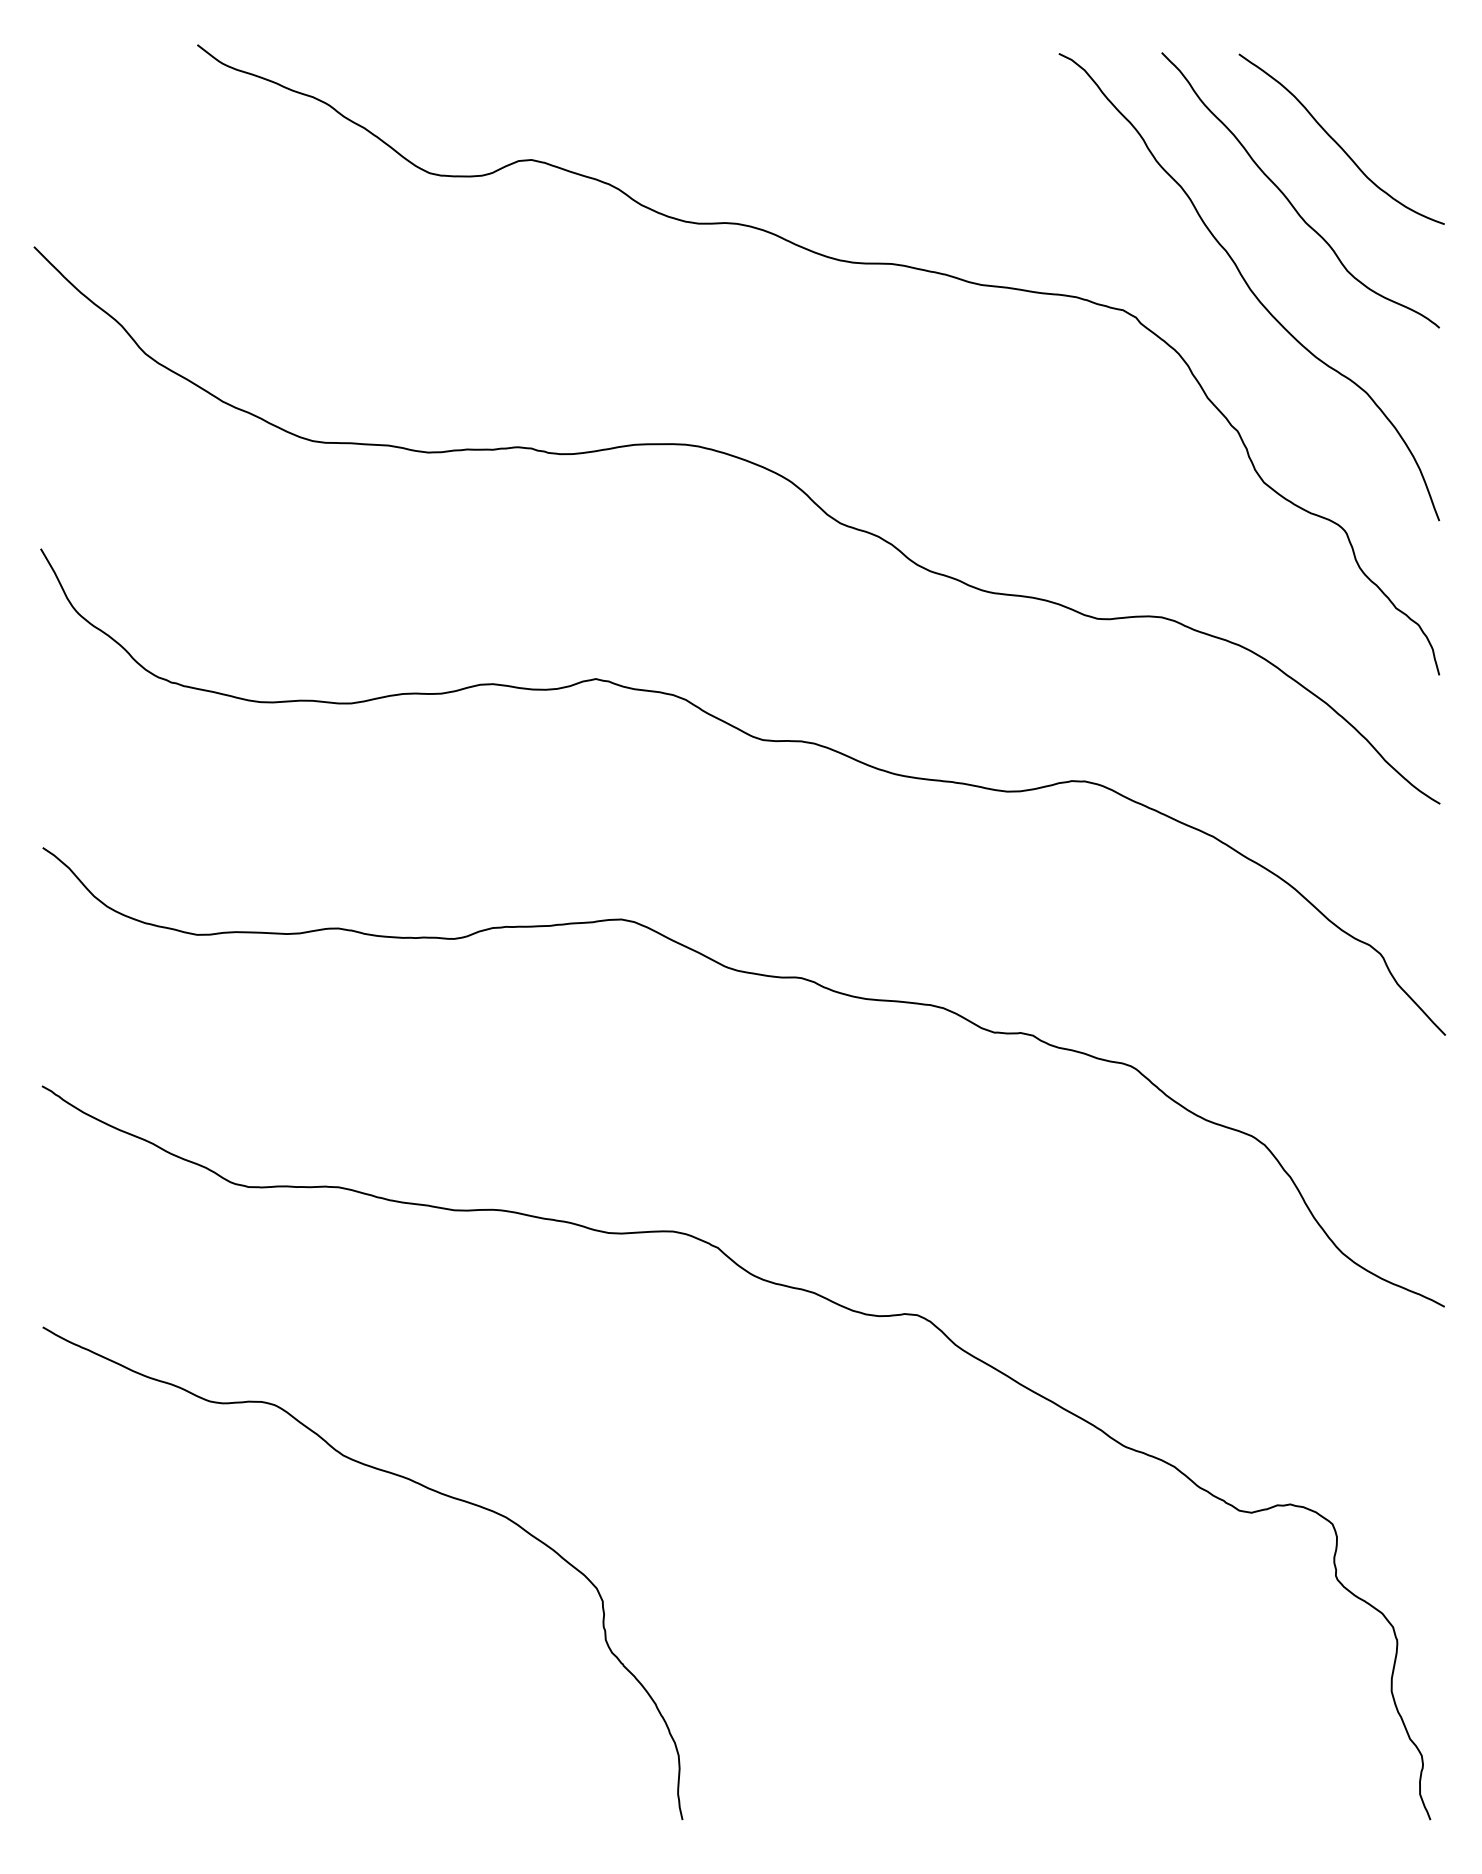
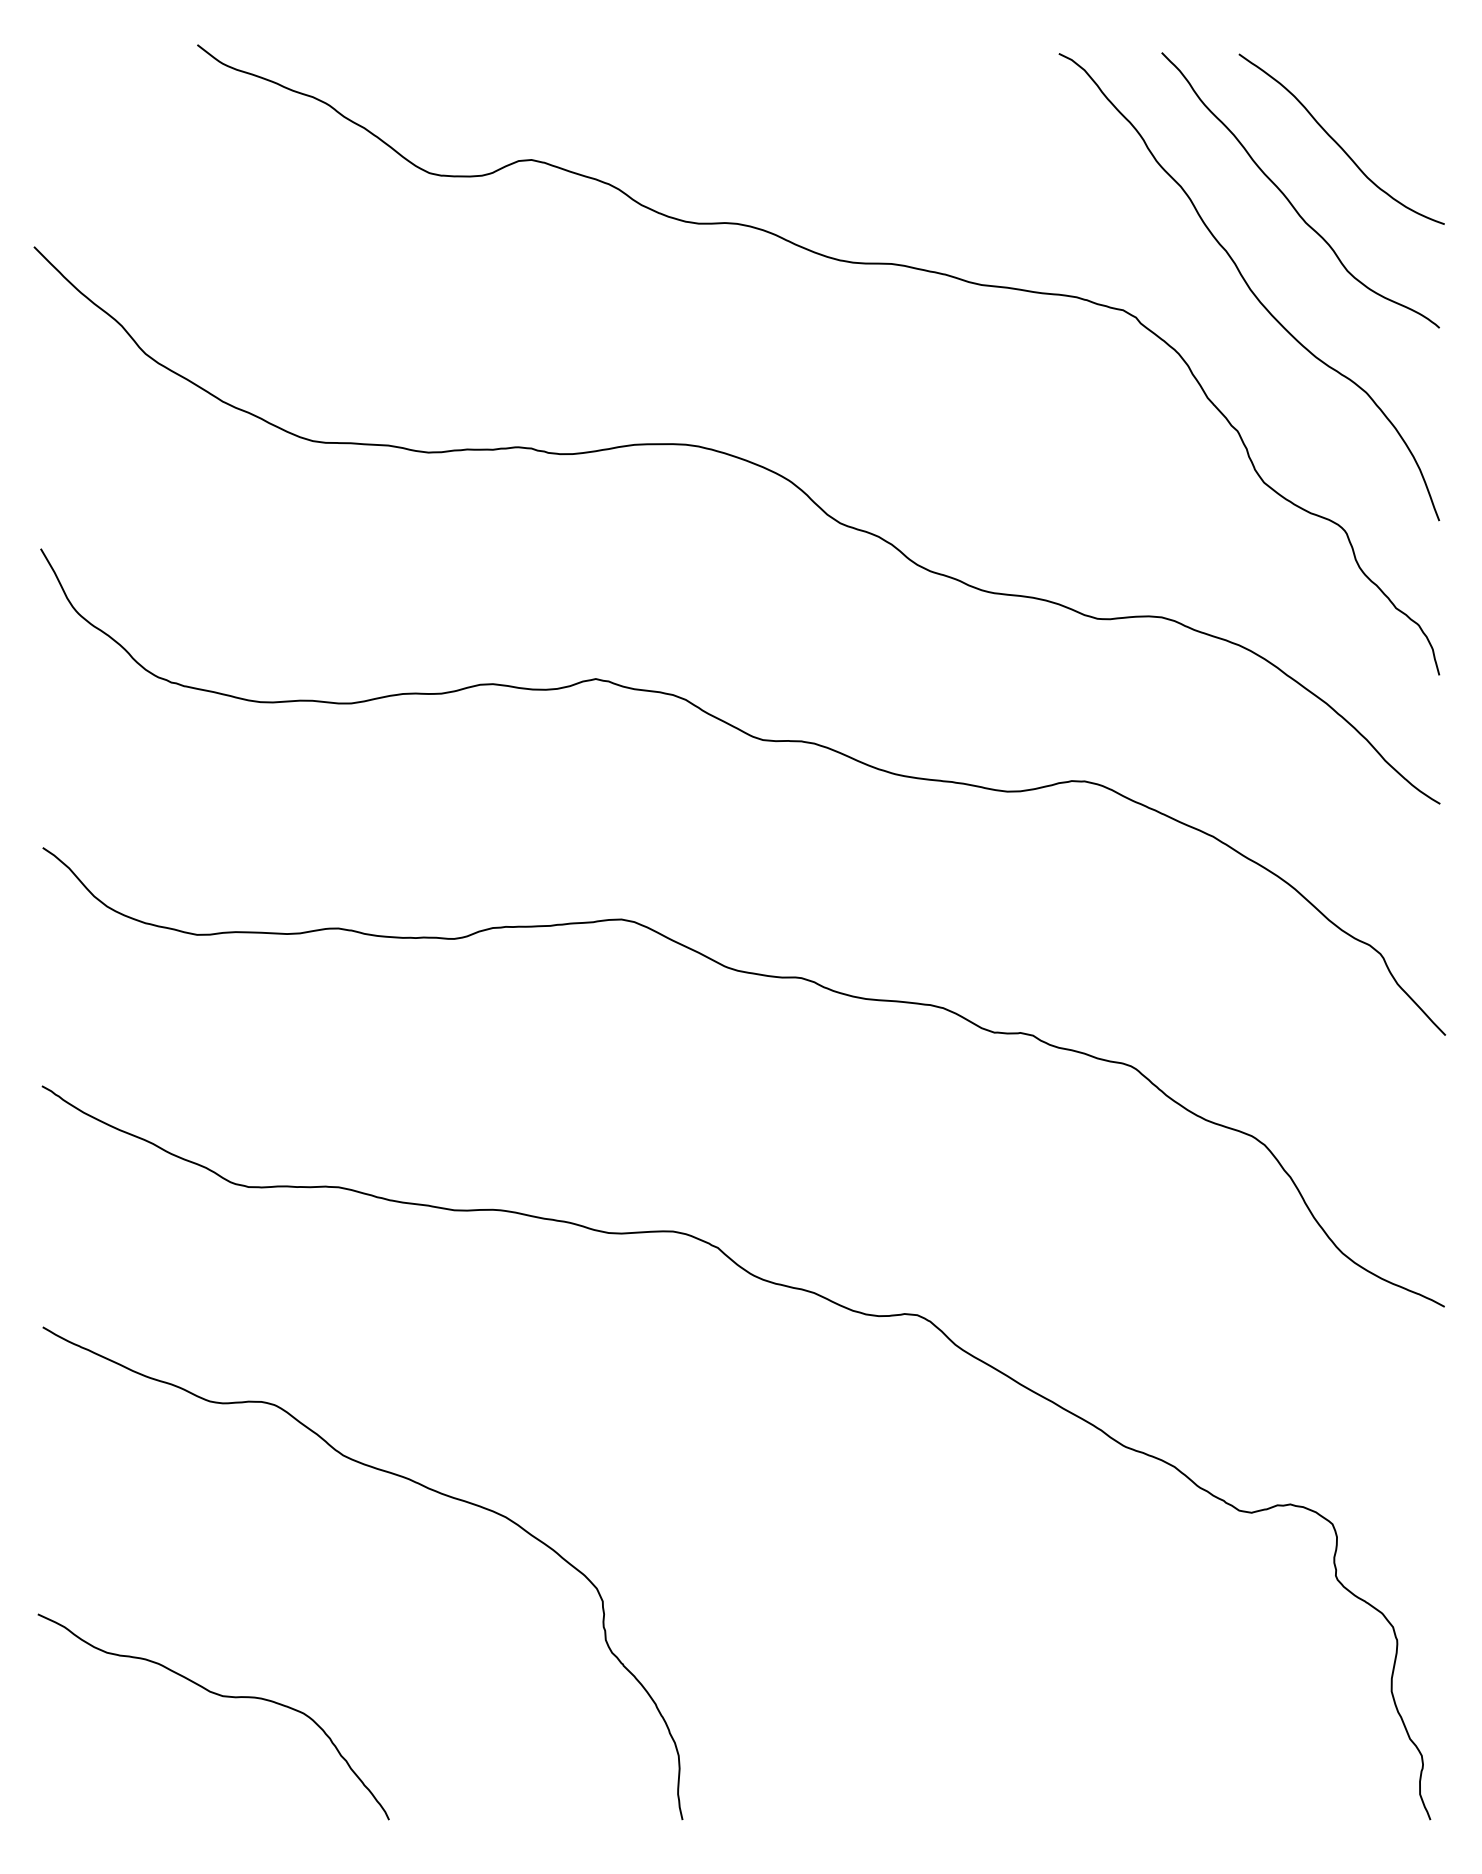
curve at (220, 1696): none -> present
